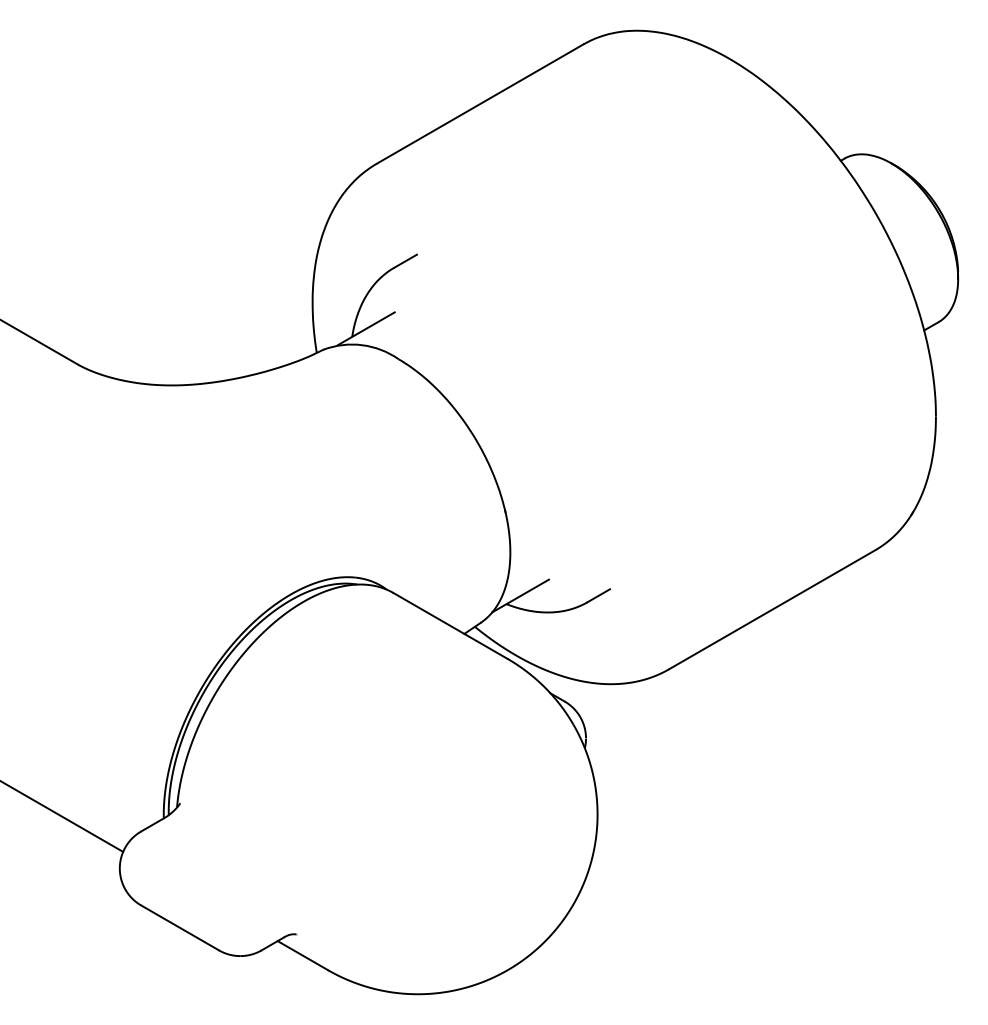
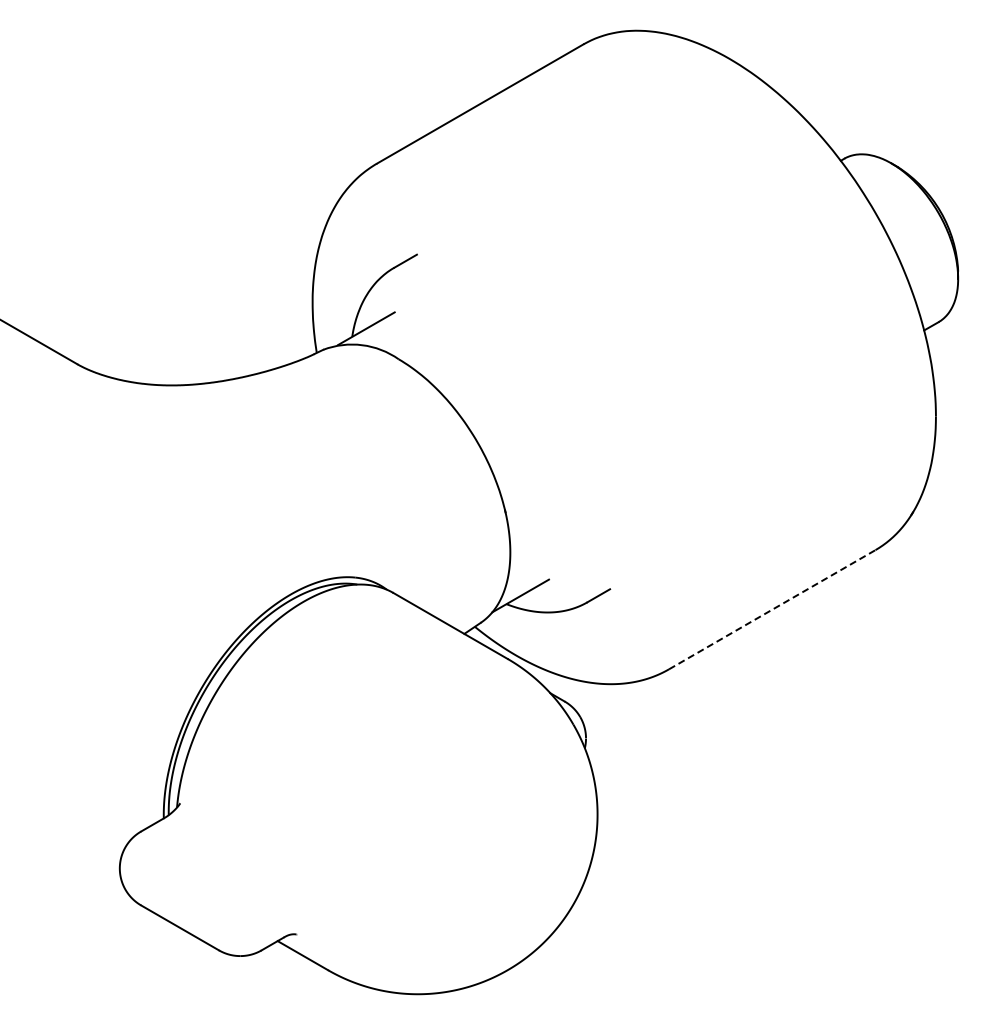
line at (772, 609): solid -> dashed
line at (62, 816): present -> none
